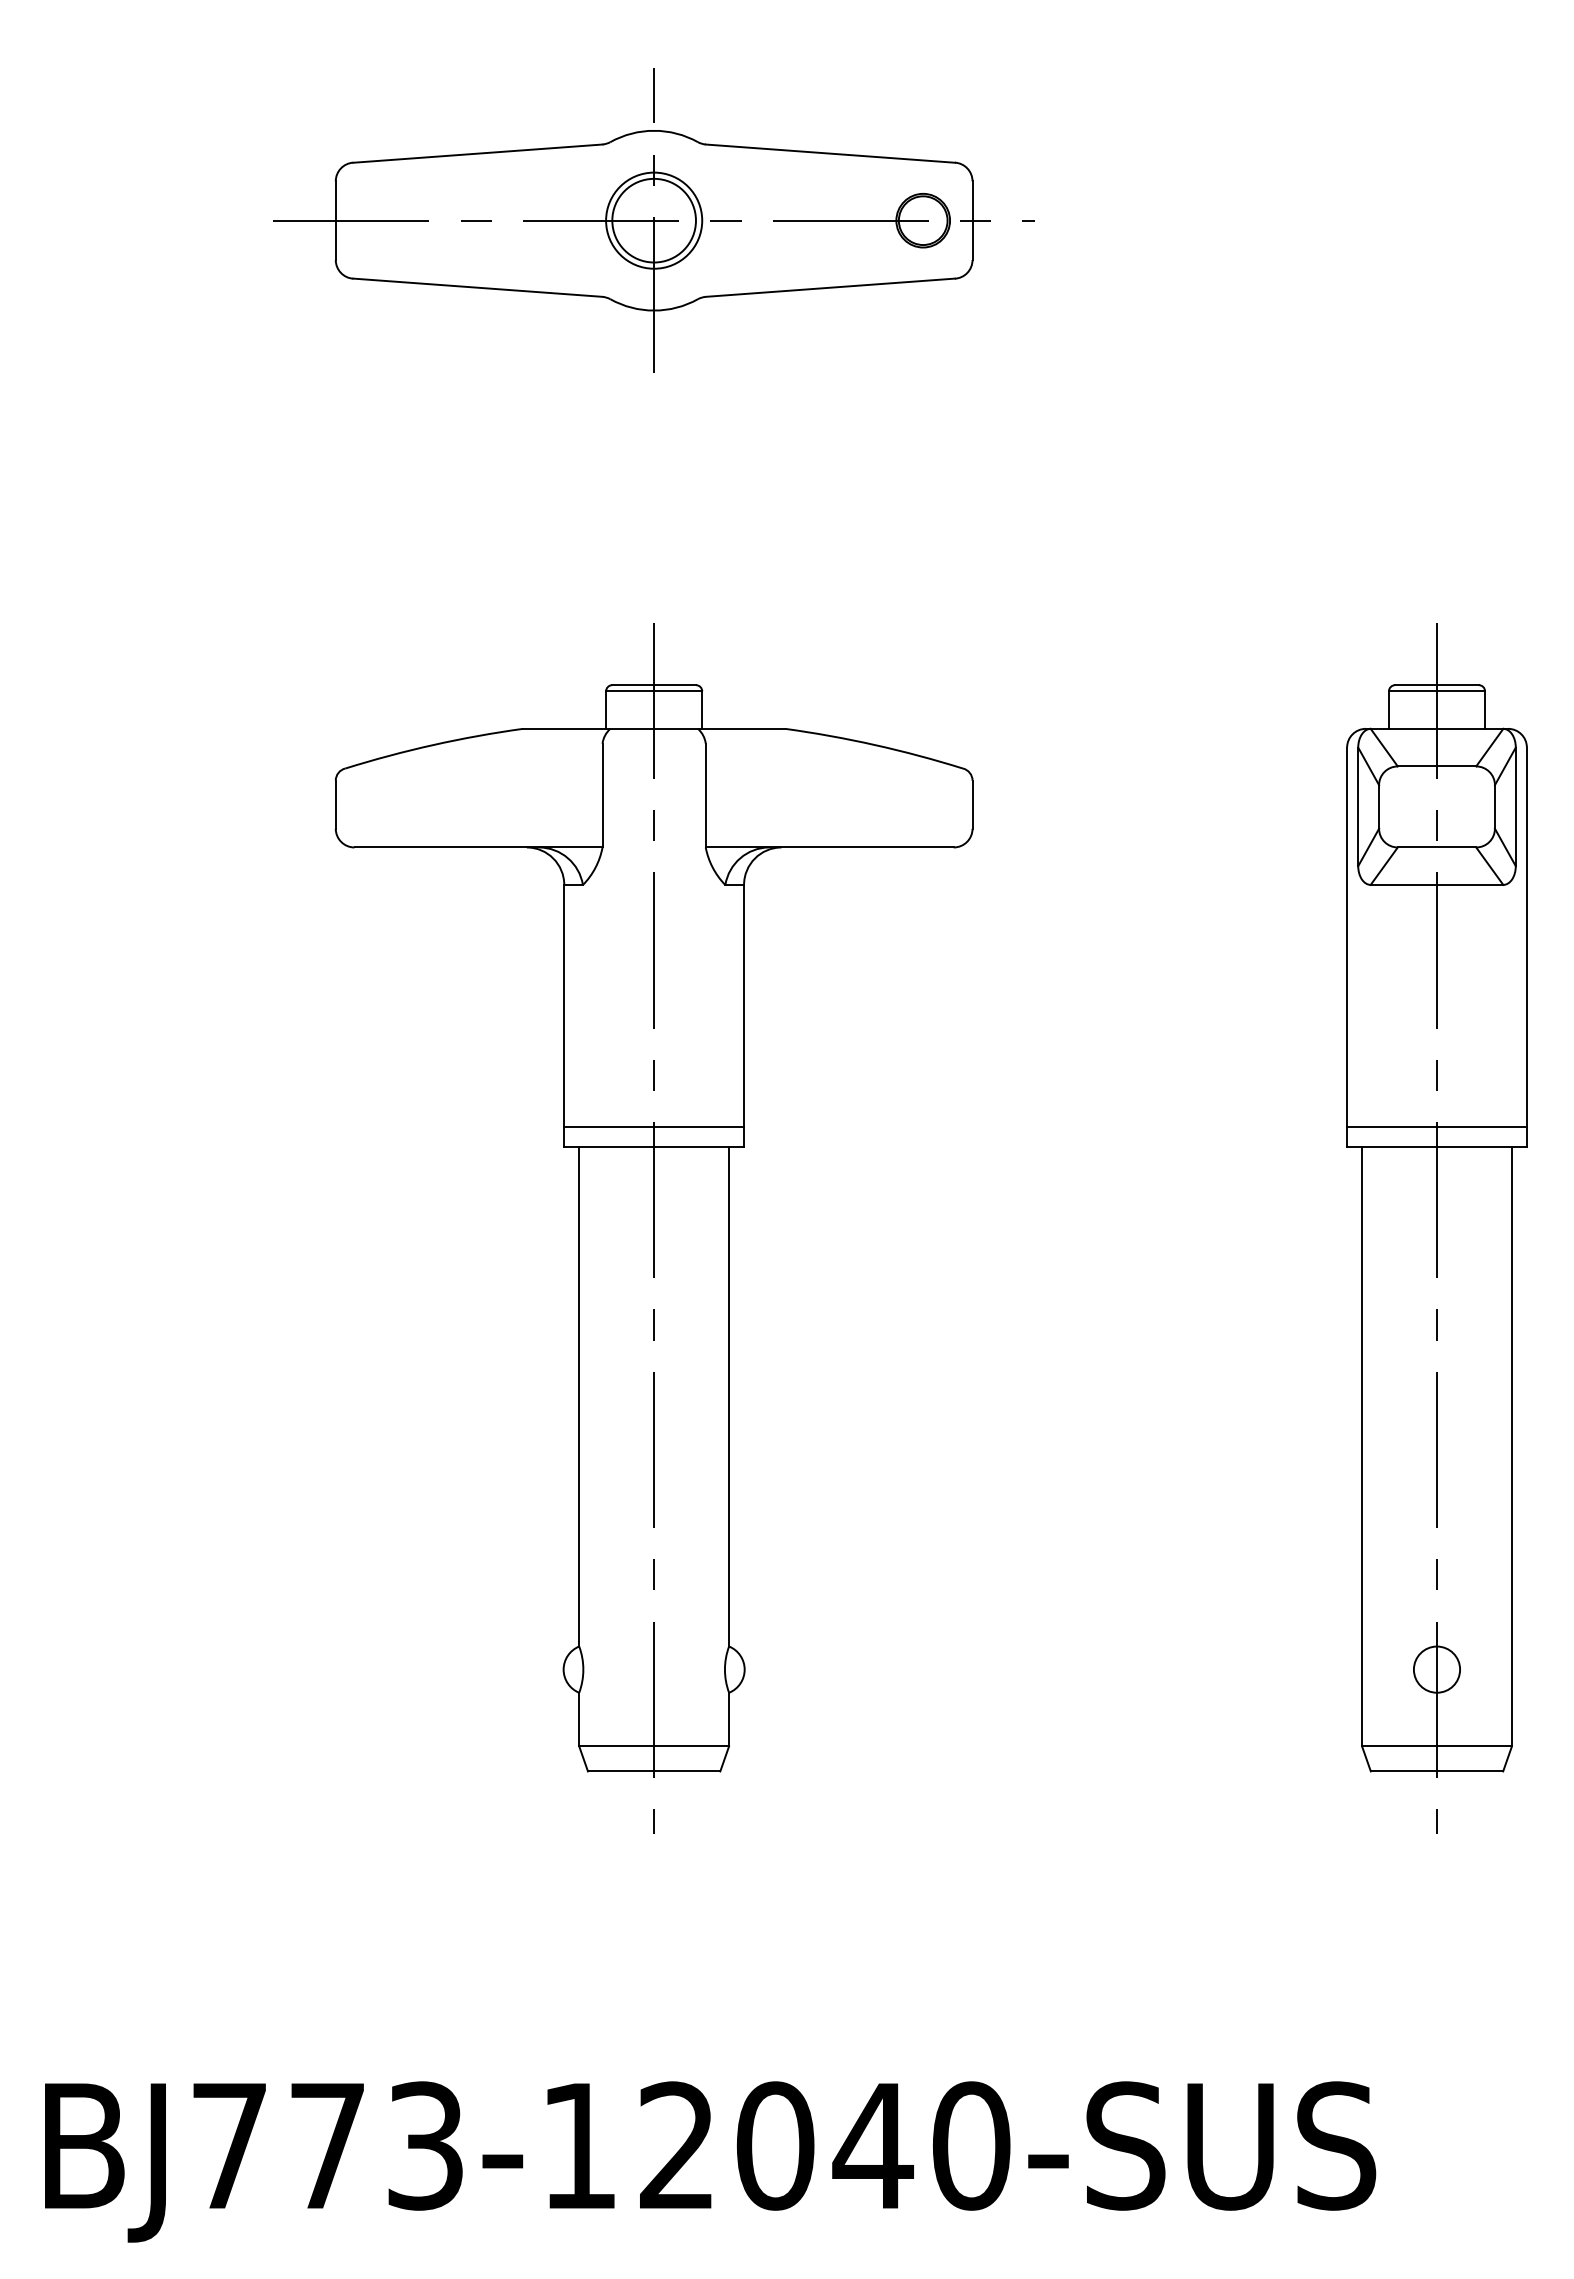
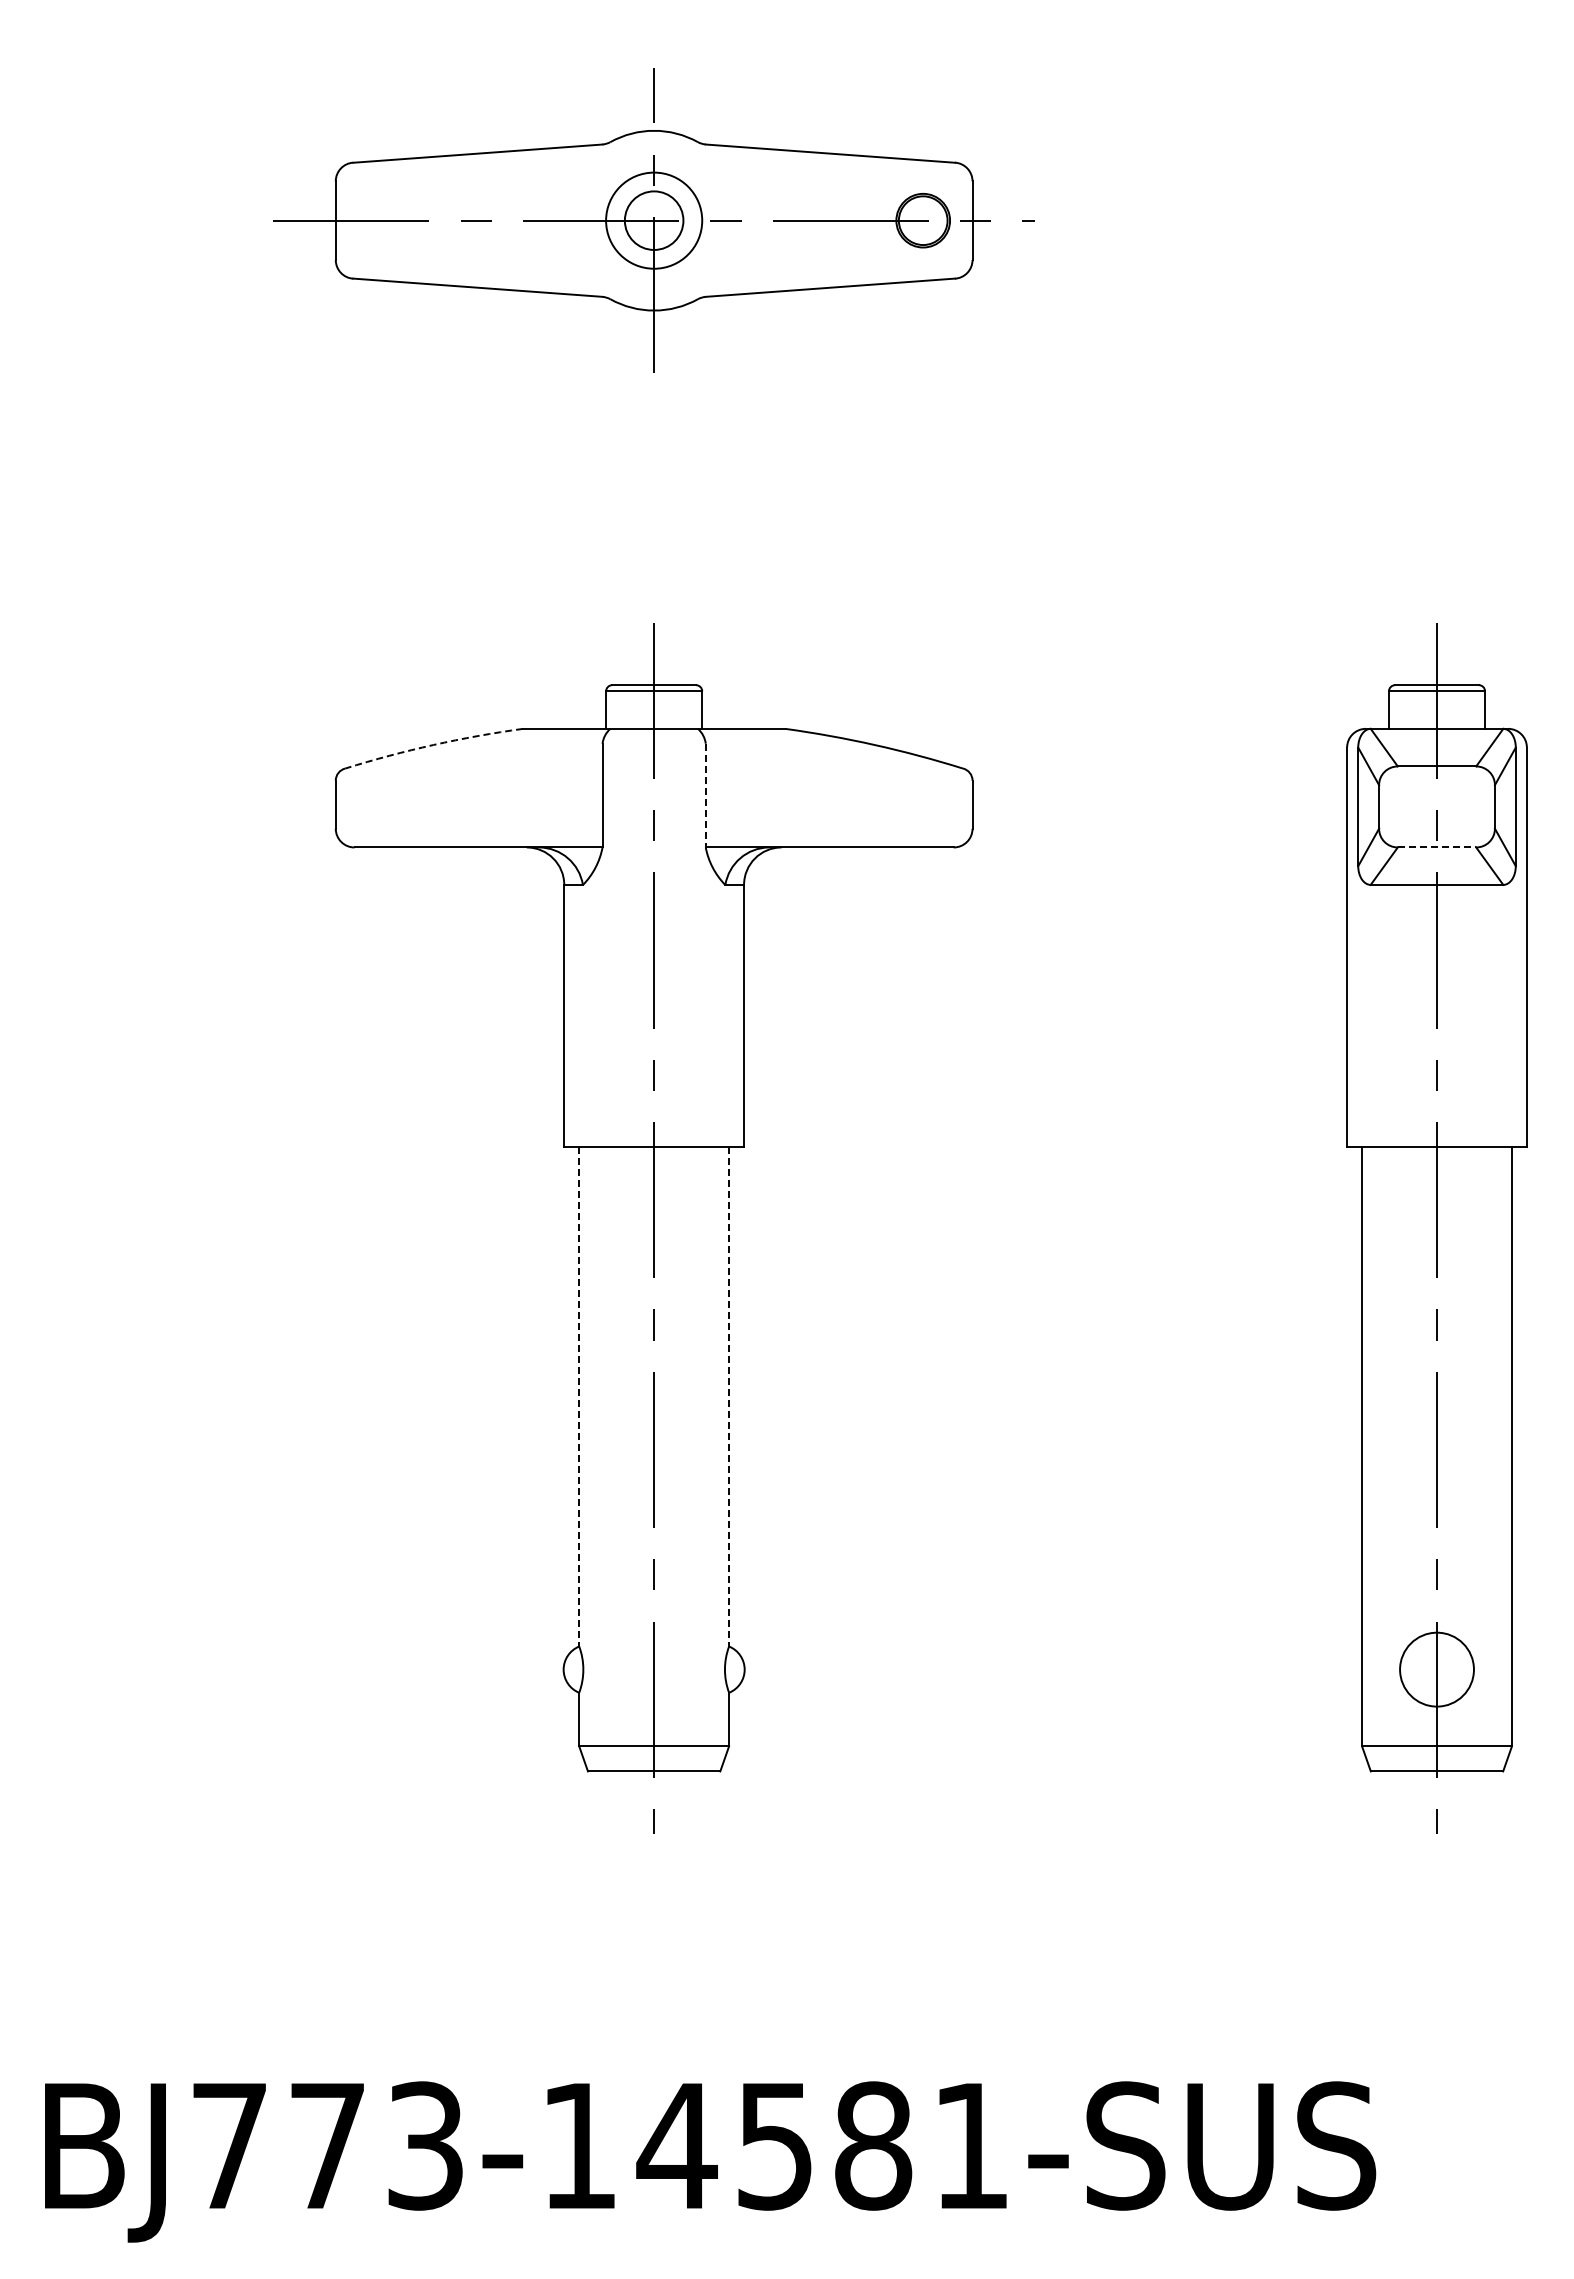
circle at (653, 220) diameter: 84 px -> 59 px
arc at (433, 745): solid -> dashed
line at (705, 795): solid -> dashed
line at (1437, 847): solid -> dashed
line at (654, 1126): present -> none
line at (1436, 1126): present -> none
line at (579, 1396): solid -> dashed
line at (729, 1396): solid -> dashed
circle at (1436, 1669) diameter: 46 px -> 74 px
text at (823, 2145): BJ773-12040-SUS -> BJ773-14581-SUS
